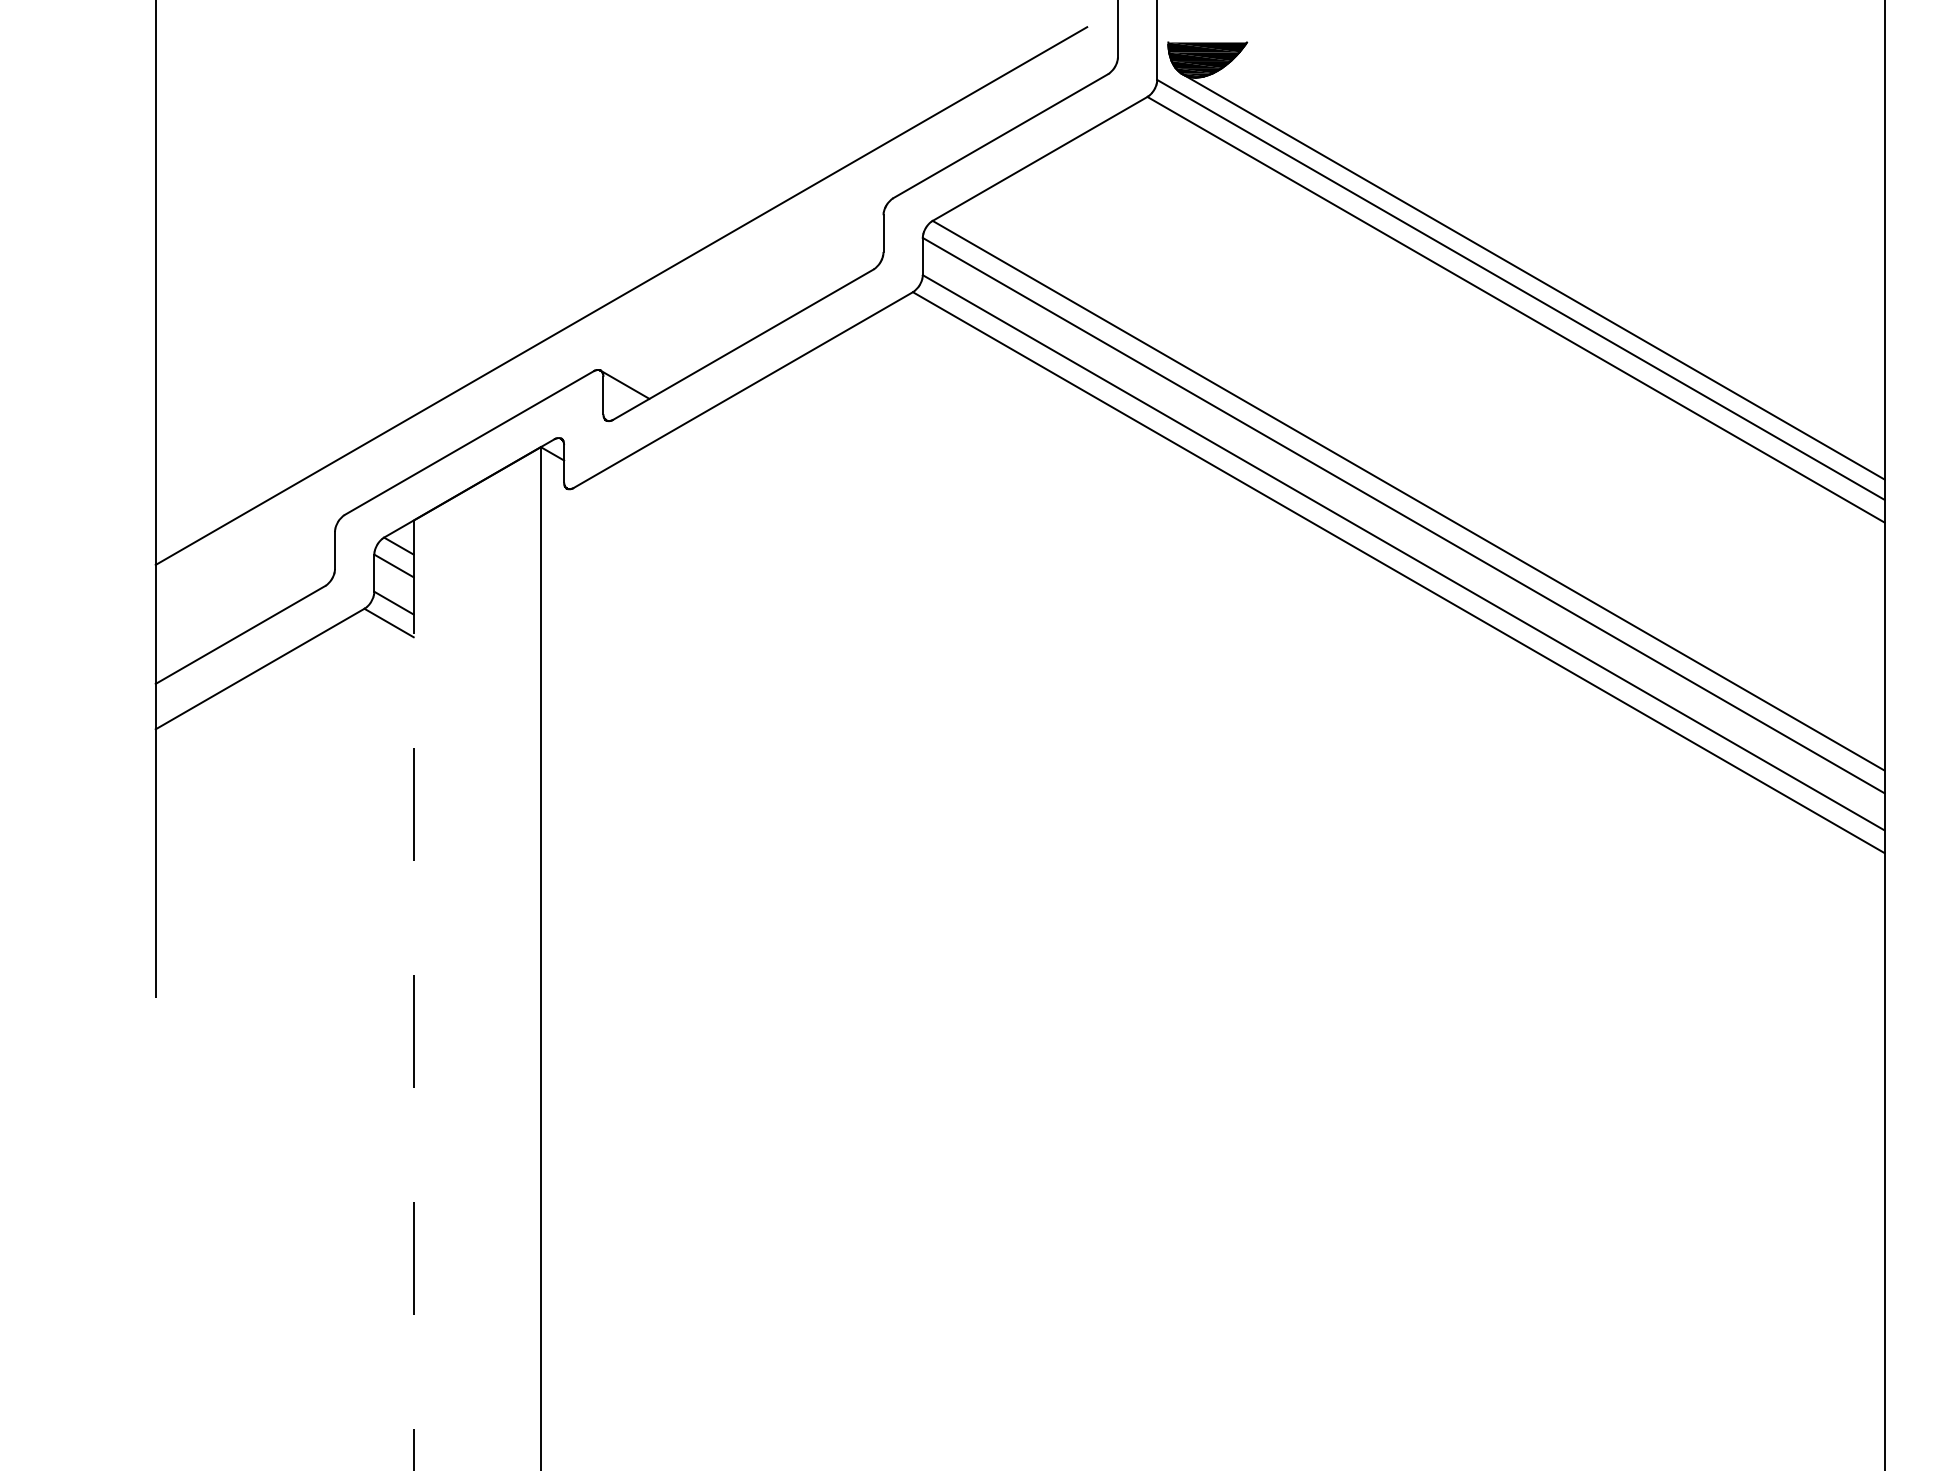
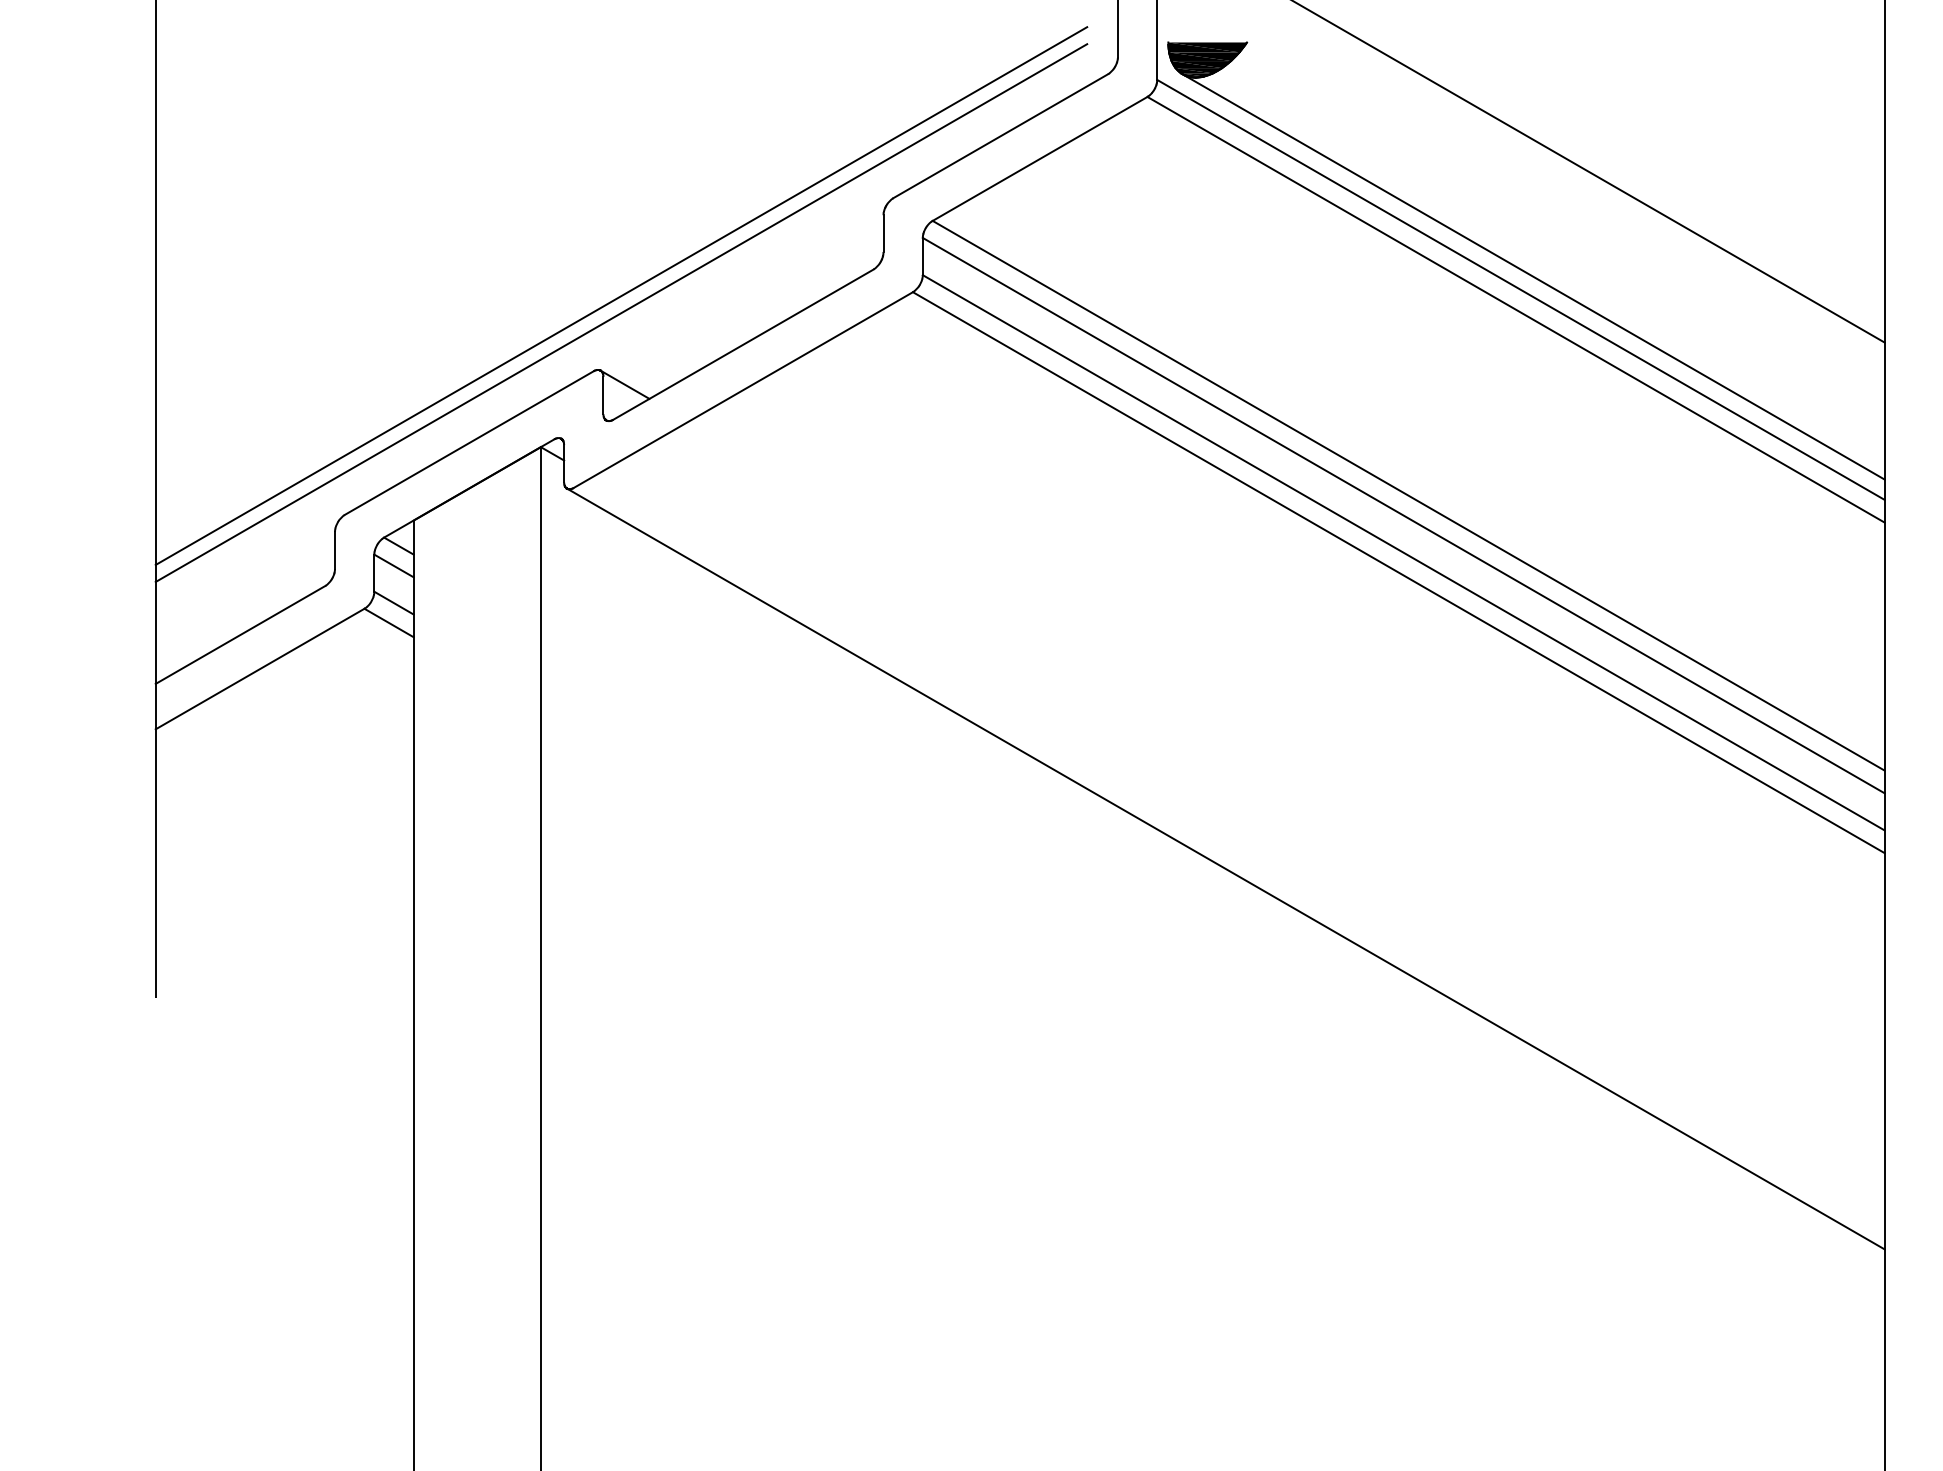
line at (1589, 172): none -> present
line at (621, 312): none -> present
line at (1225, 868): none -> present
line at (413, 995): dashed -> solid
